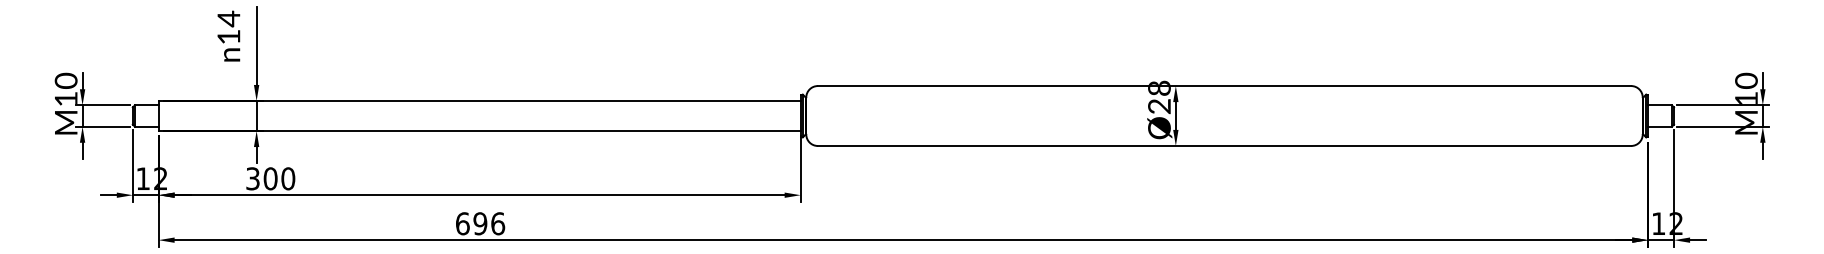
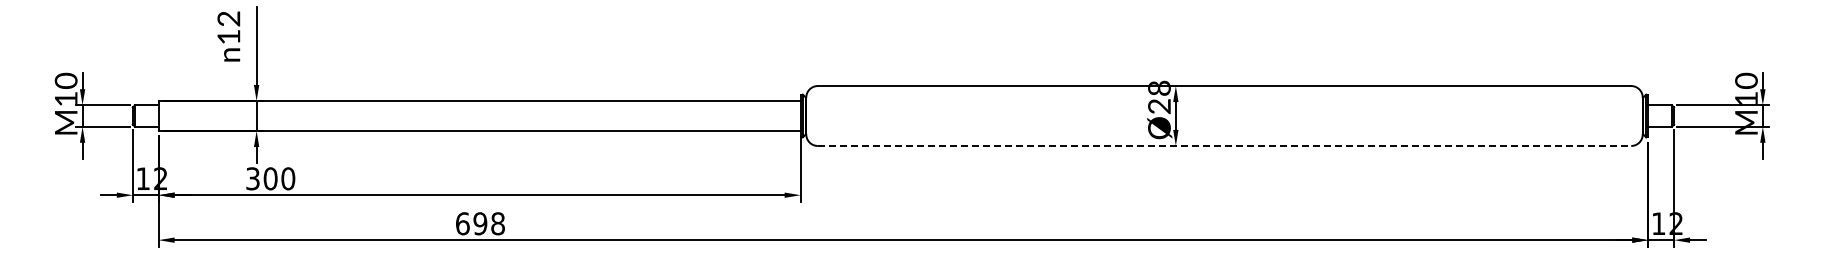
text at (228, 18): 14 -> 12
line at (1224, 145): solid -> dashed
text at (498, 223): 696 -> 698
